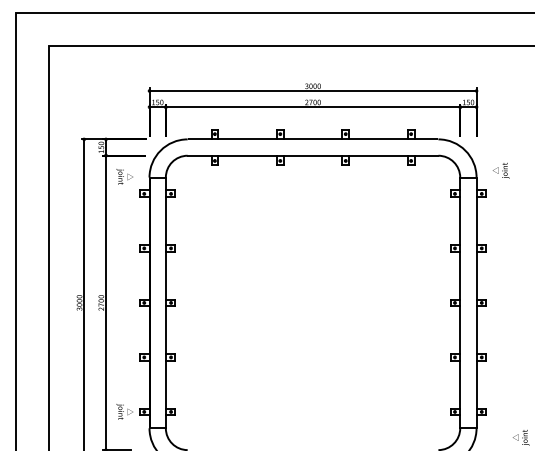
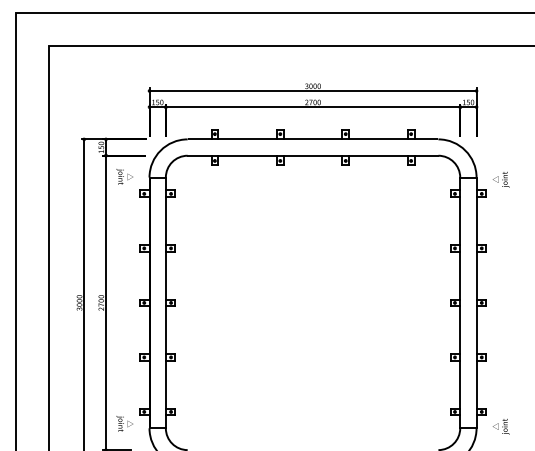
text at (500, 170) position: (500, 170) -> (500, 179)
text at (124, 411) position: (124, 411) -> (124, 423)
text at (520, 437) position: (520, 437) -> (500, 426)
